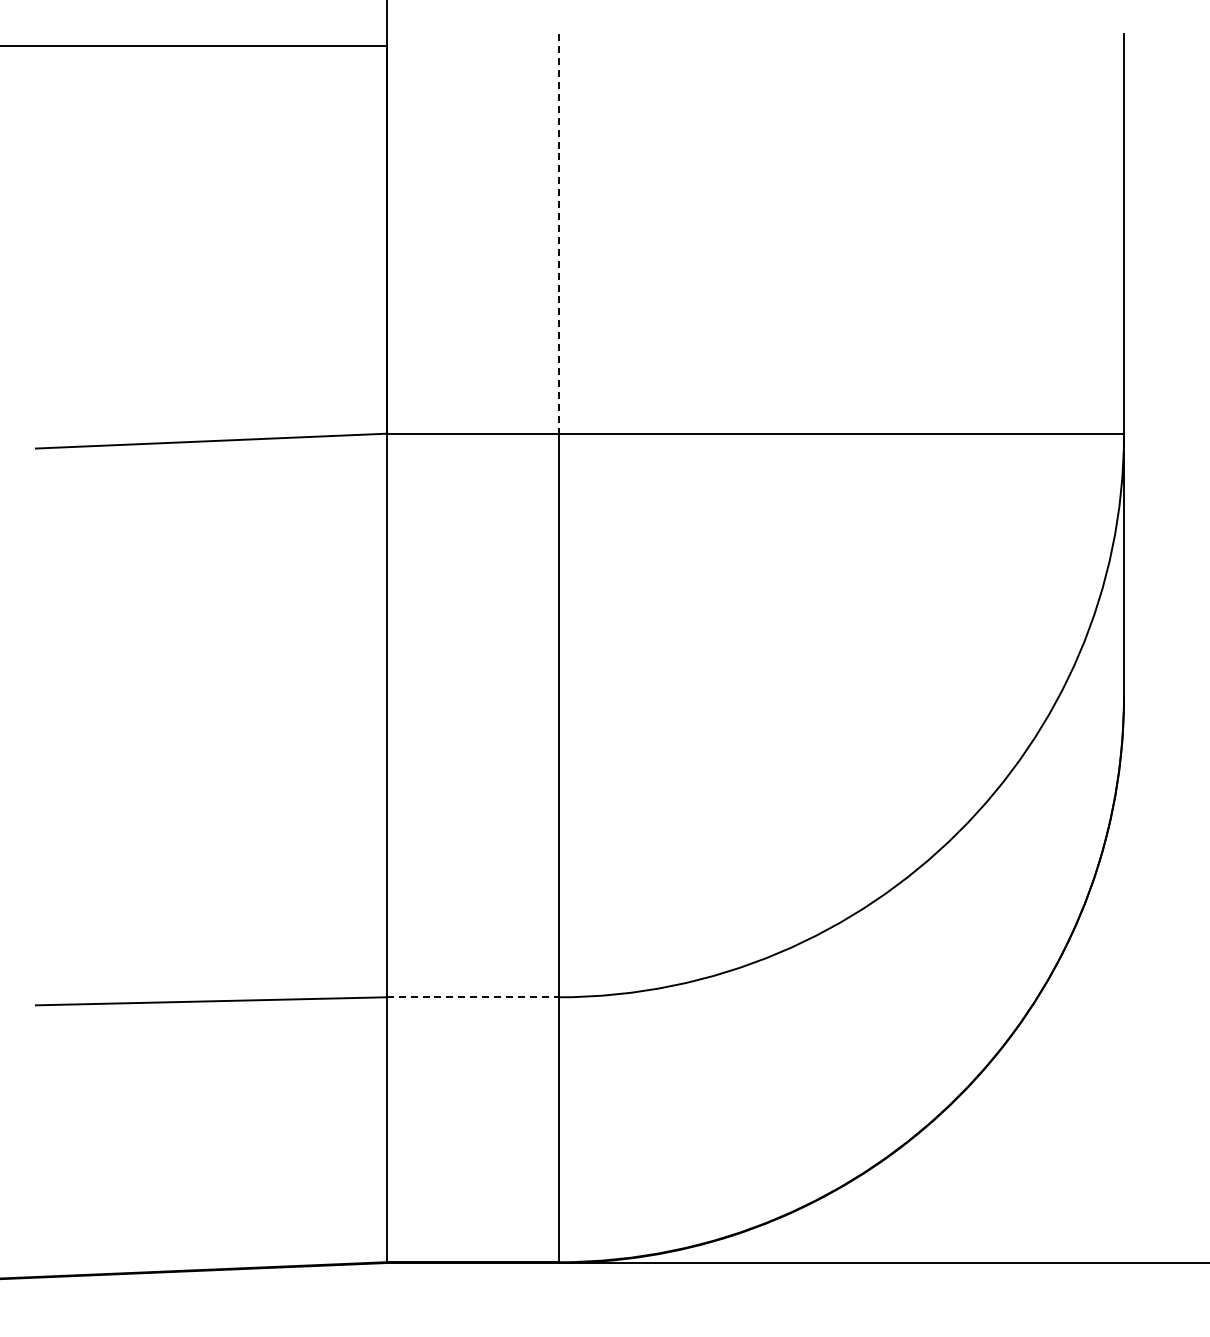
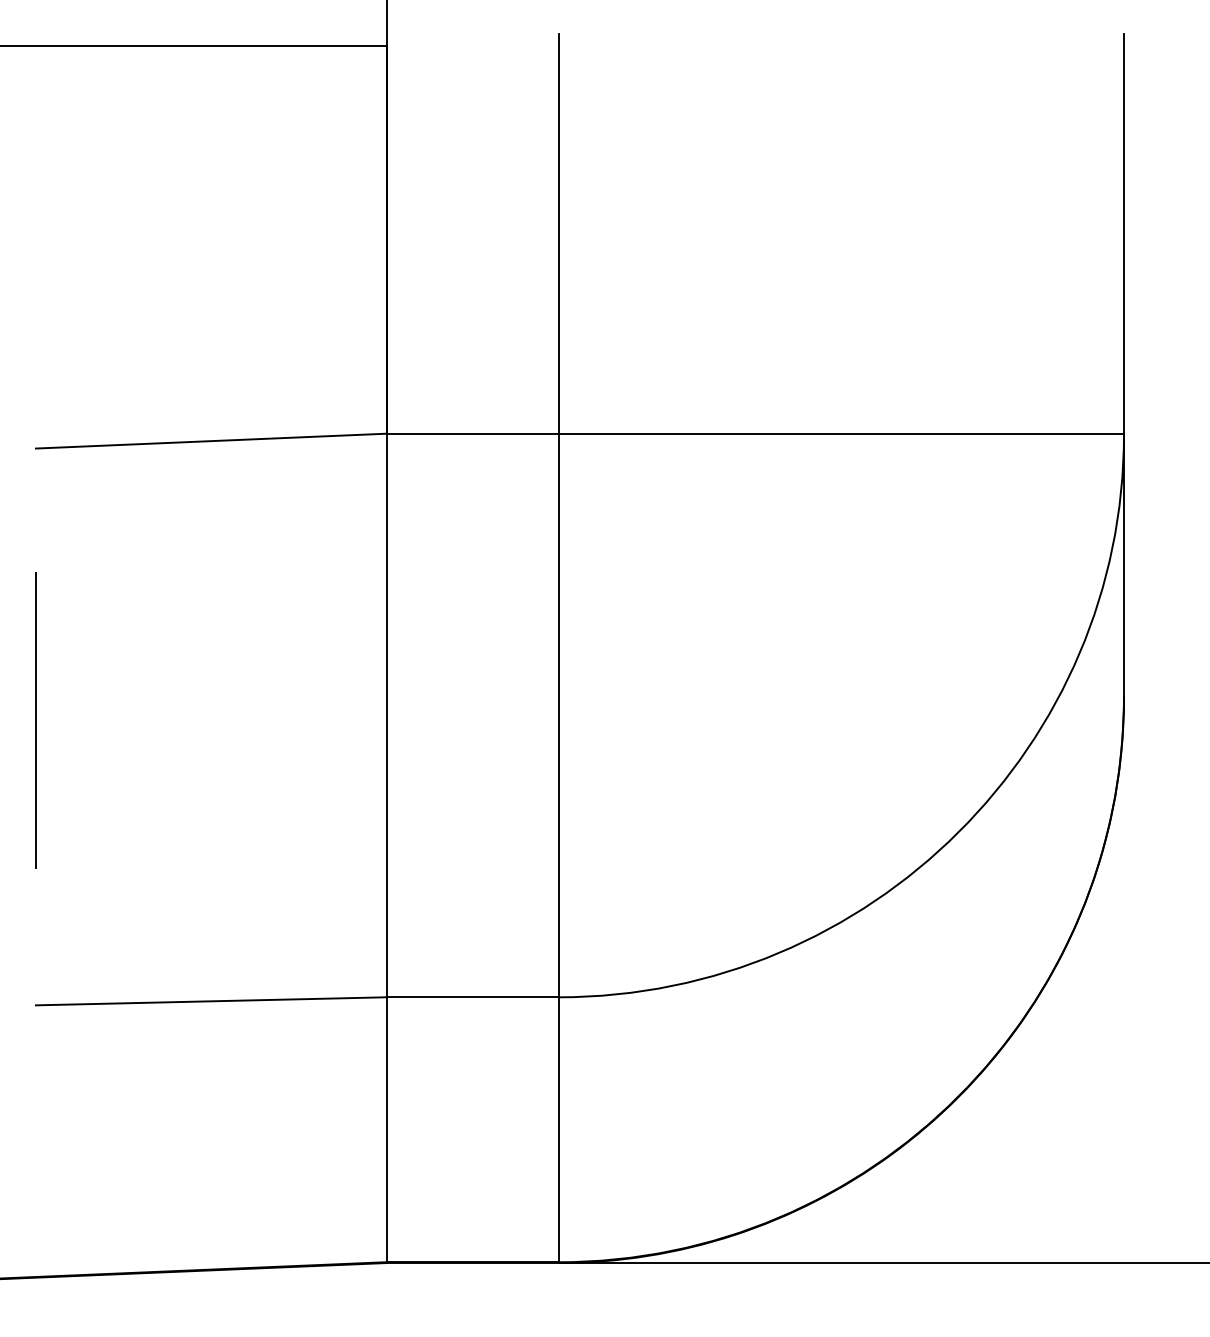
line at (558, 234): dashed -> solid
line at (35, 720): none -> present
line at (473, 997): dashed -> solid
